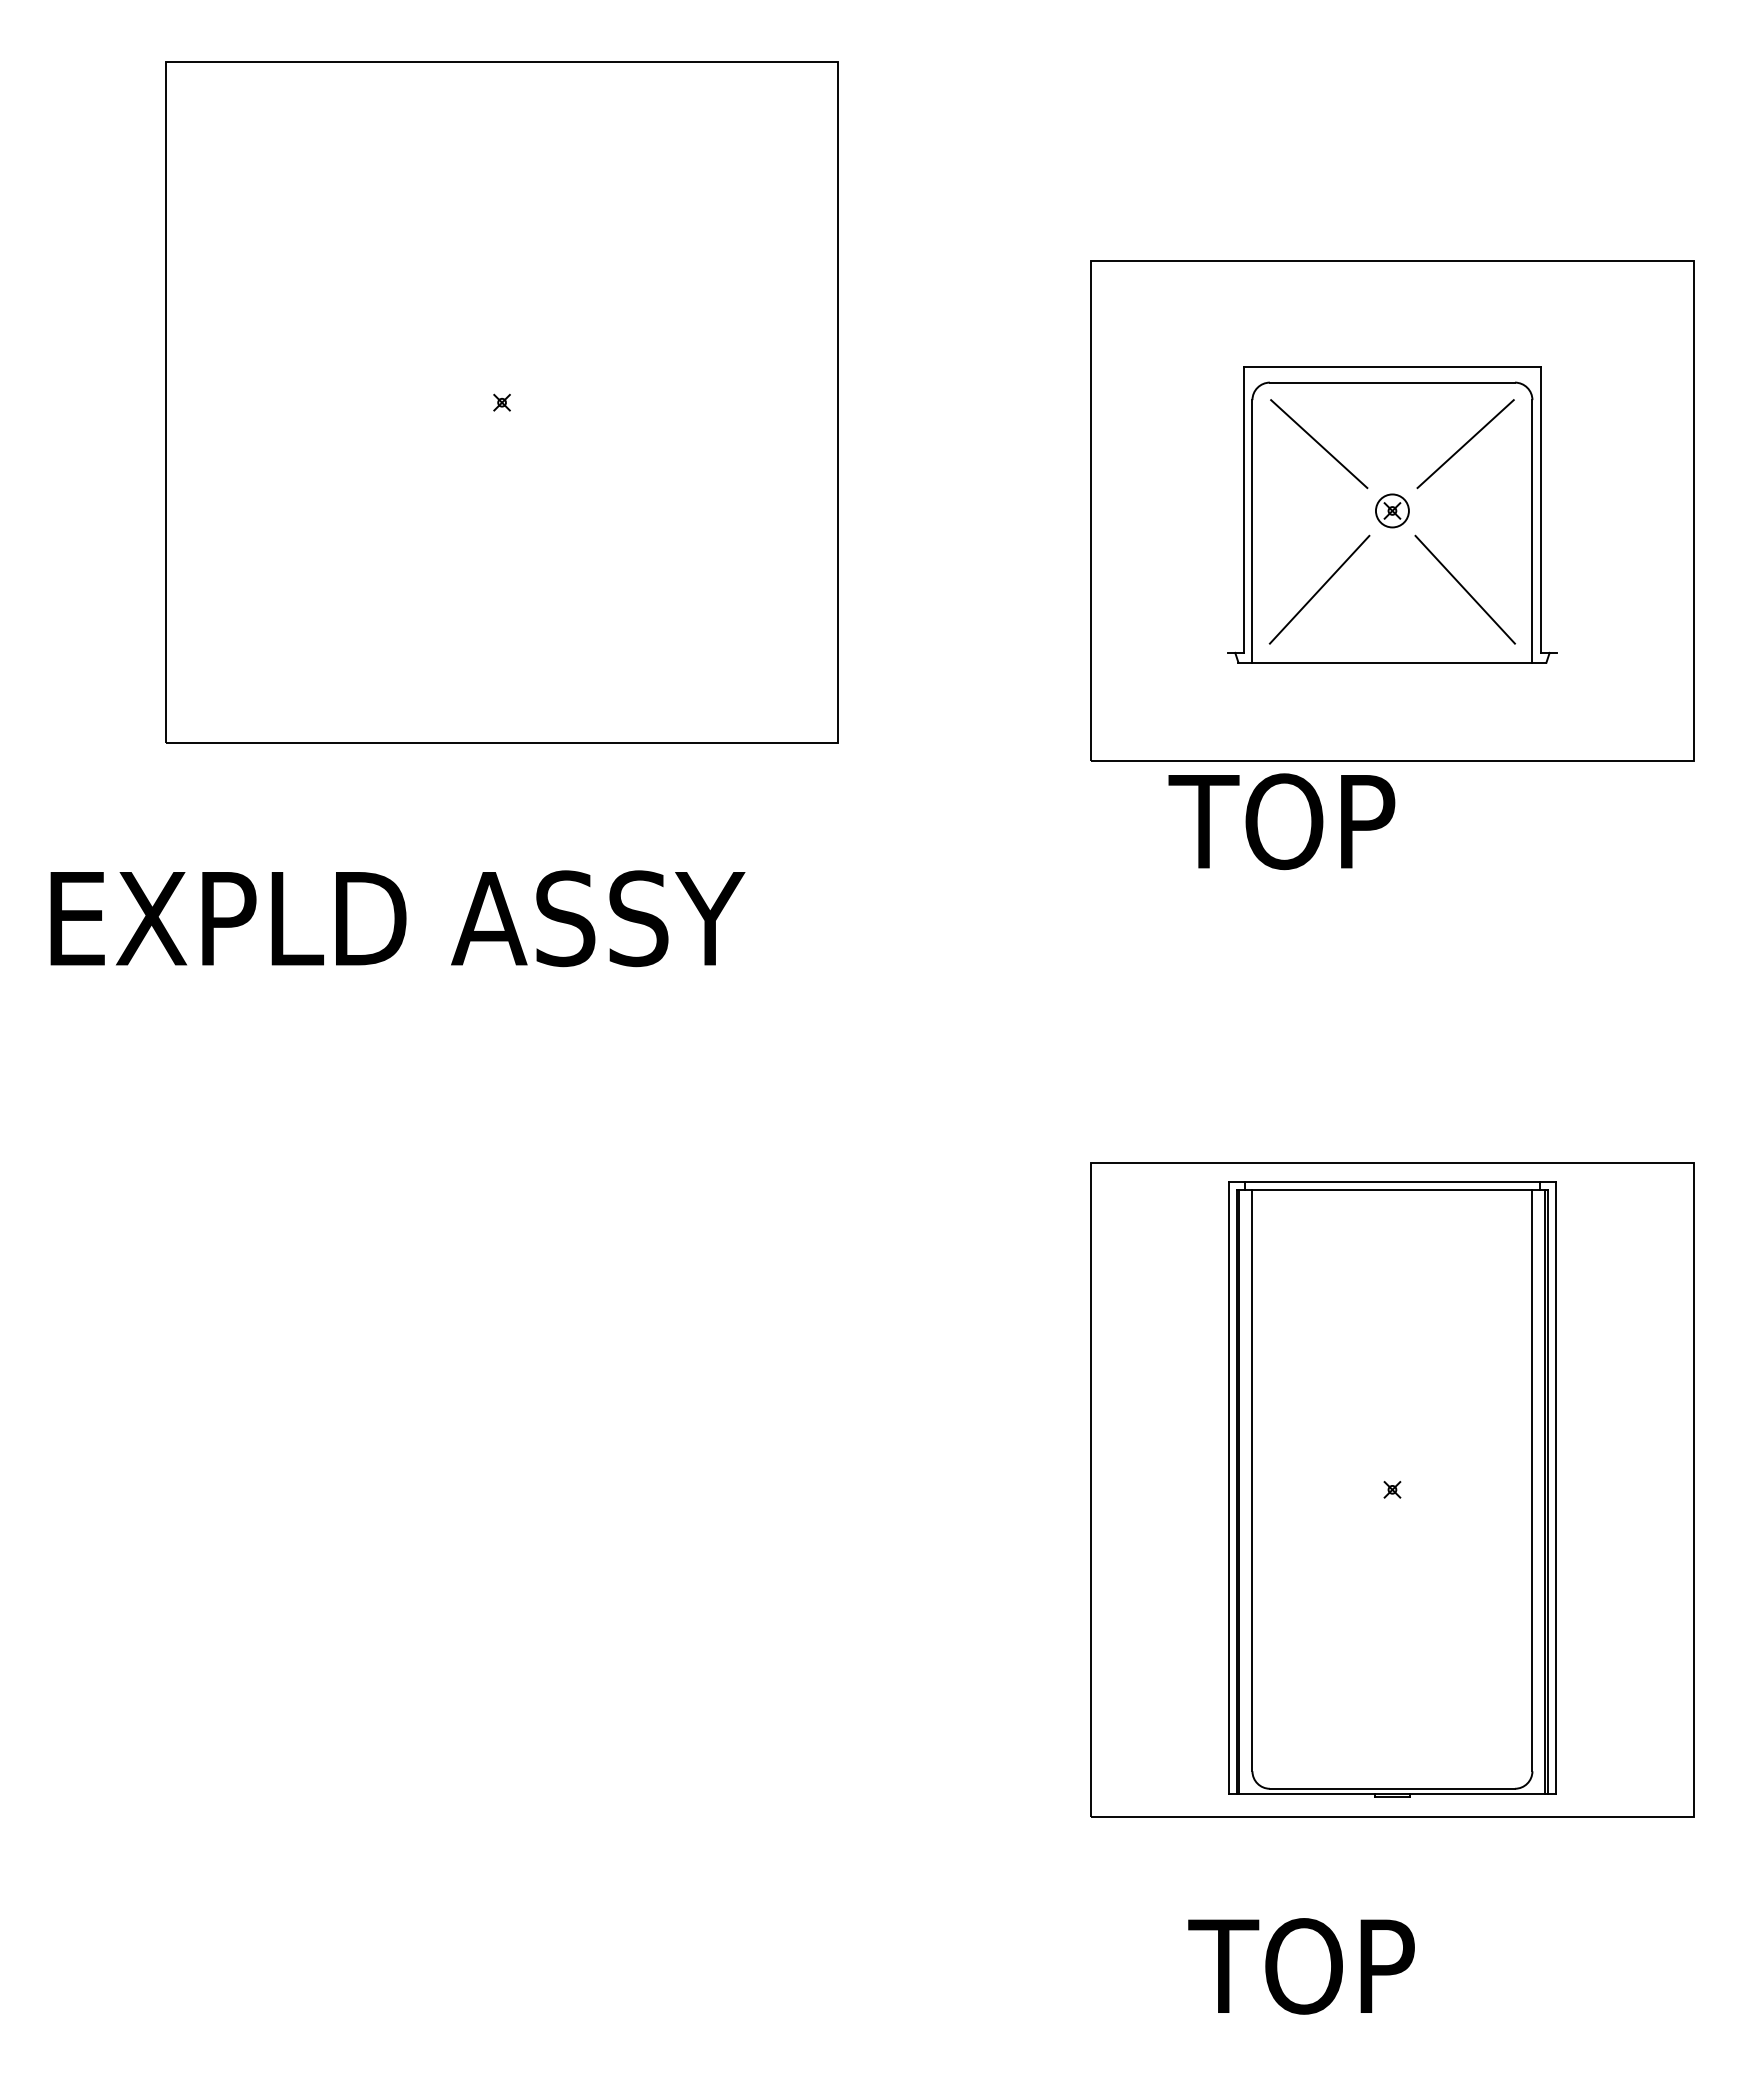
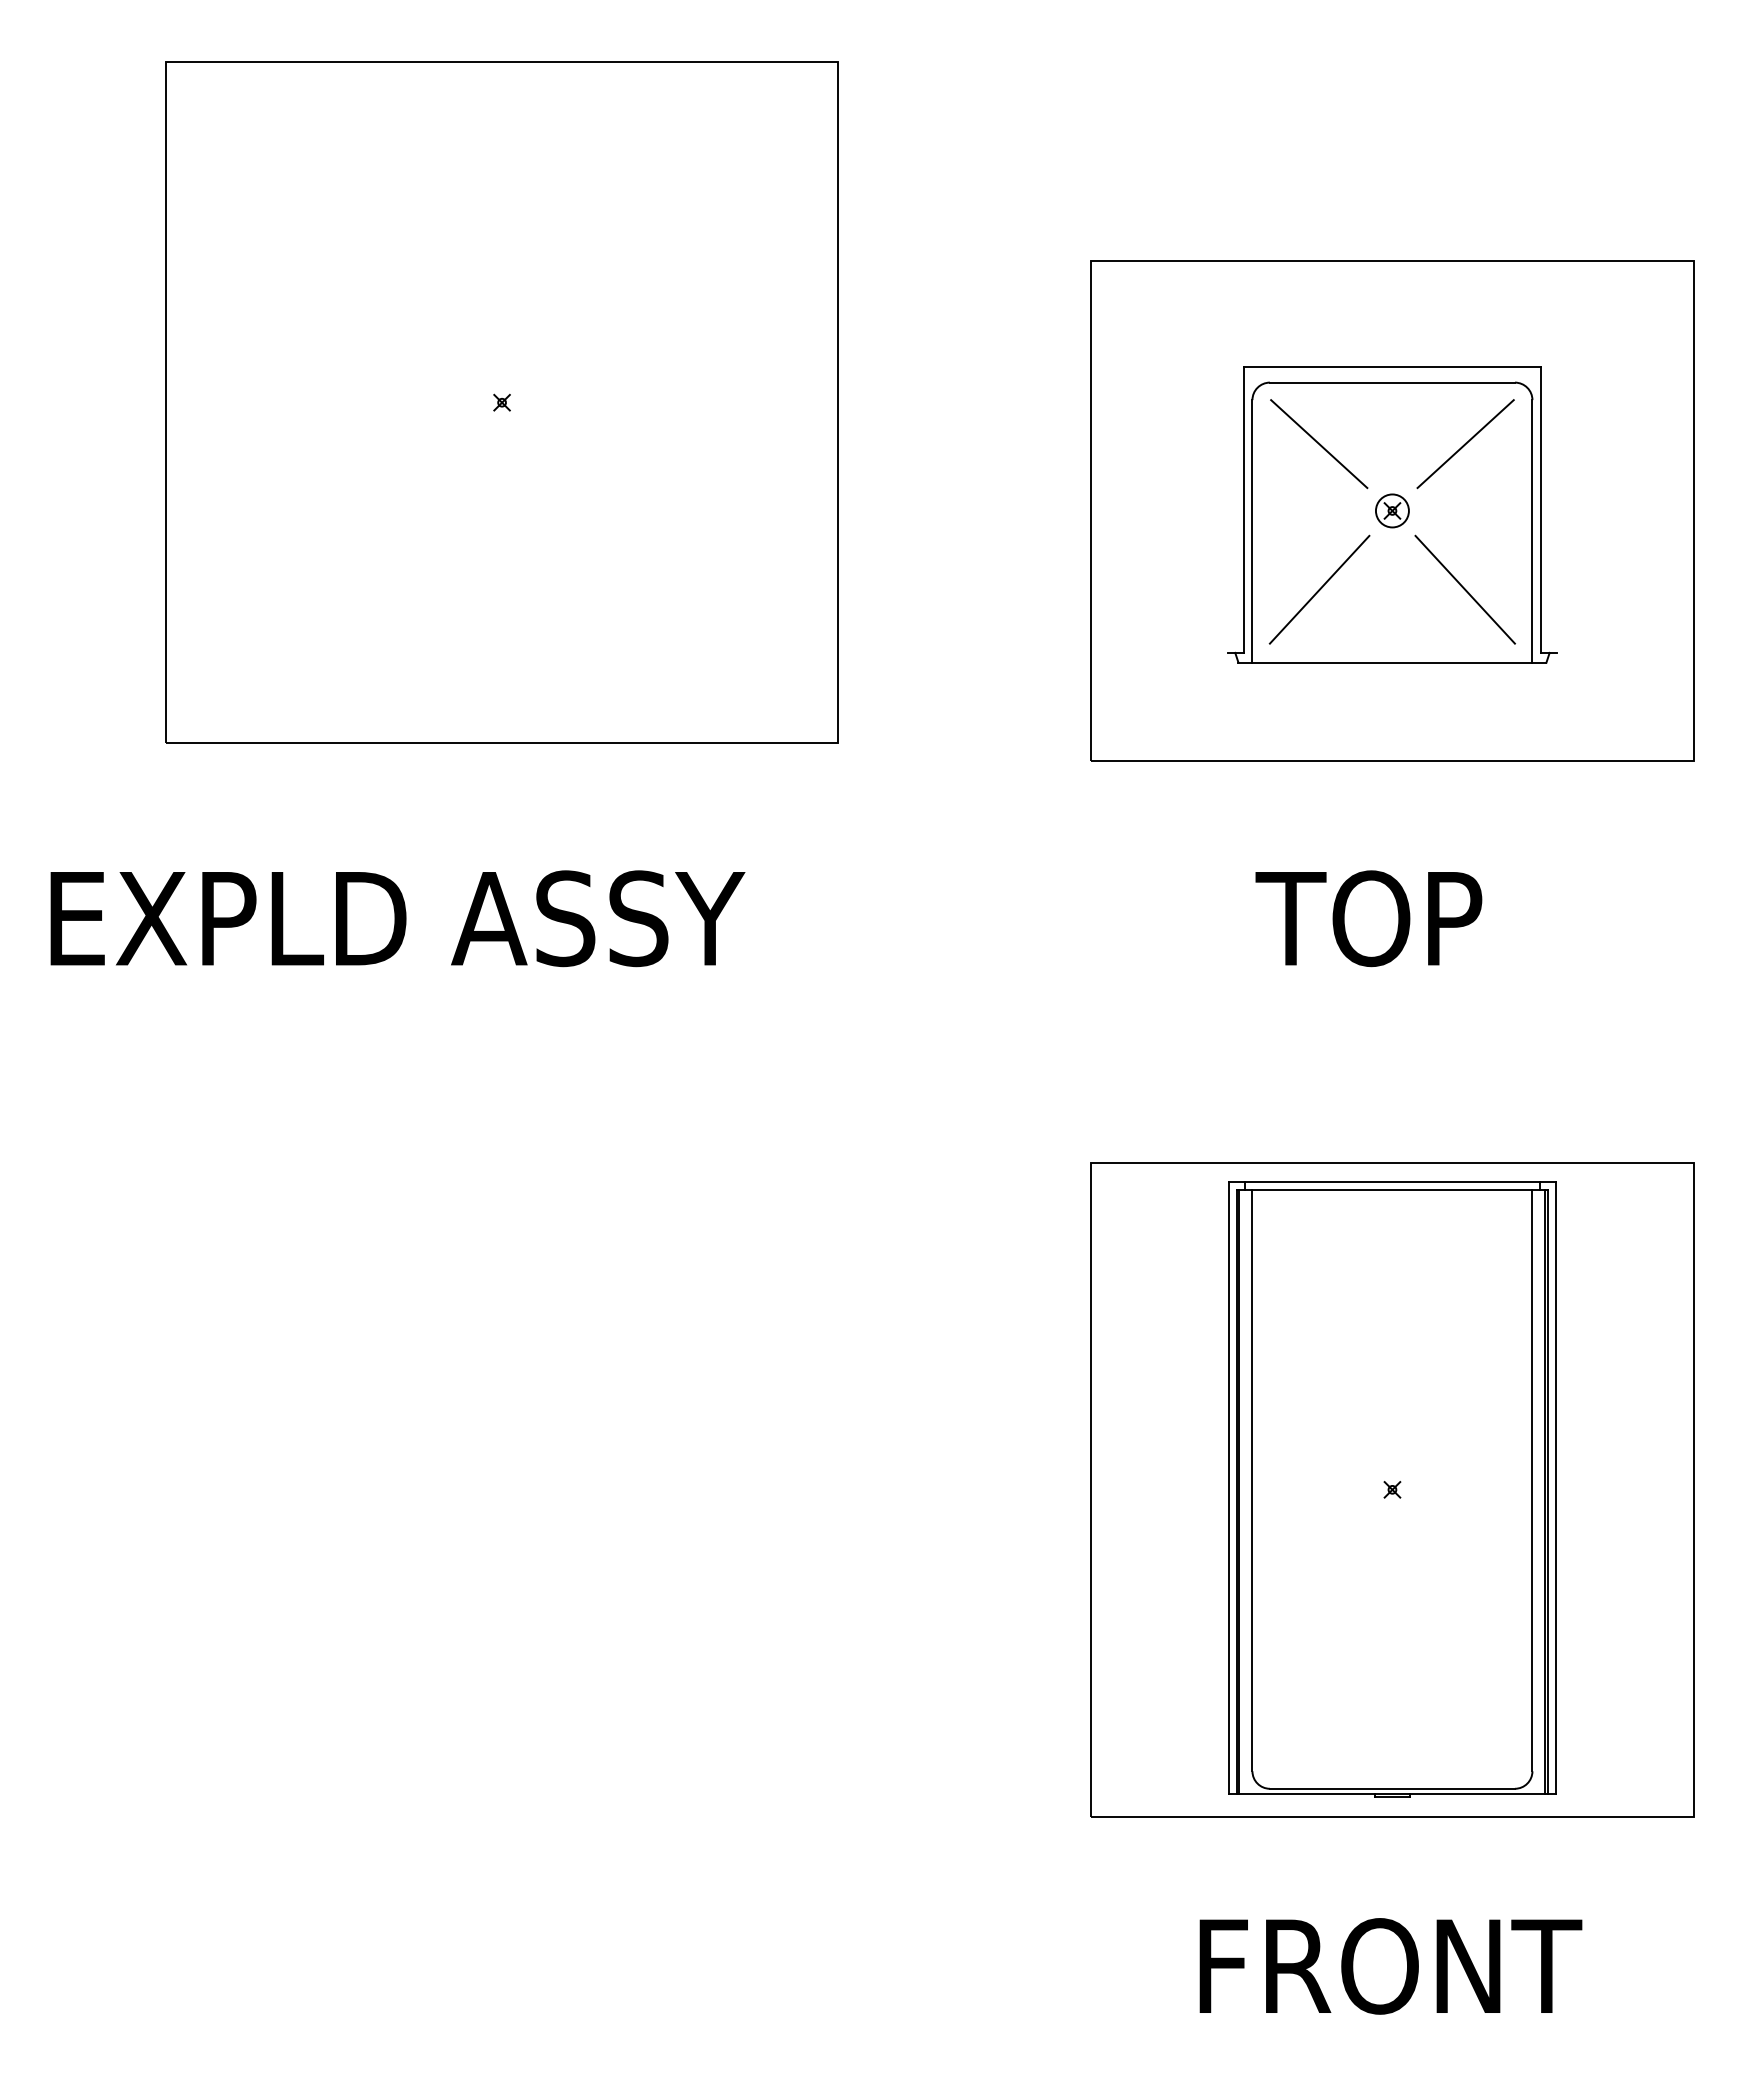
text at (1281, 821) position: (1281, 821) -> (1368, 918)
text at (1385, 1966): TOP -> FRONT
